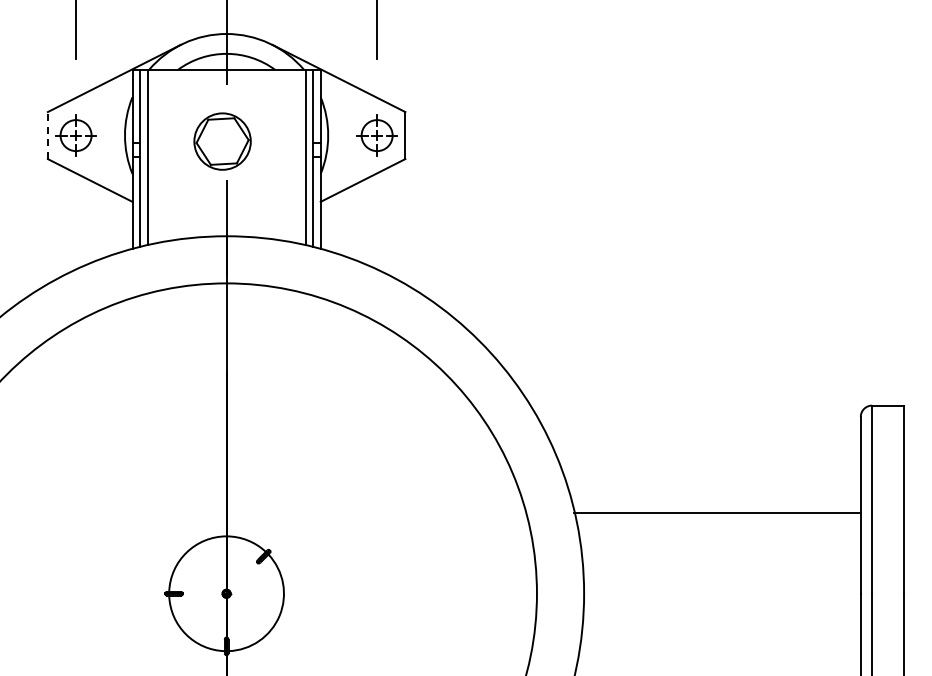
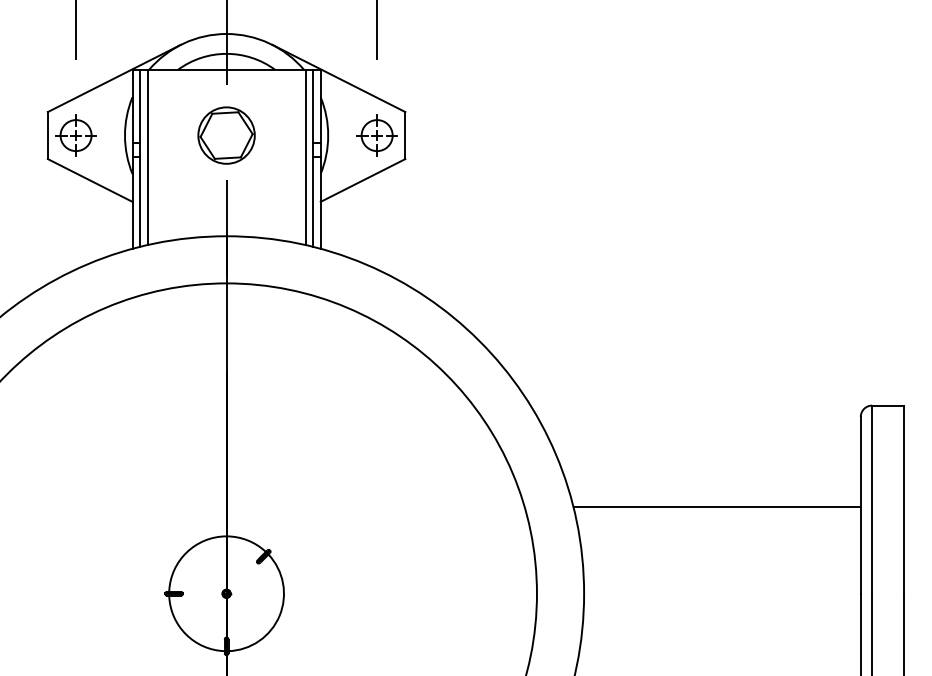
line at (47, 135): dashed -> solid
part at (222, 141) position: (222, 141) -> (226, 135)
line at (716, 513) position: (716, 513) -> (716, 507)
